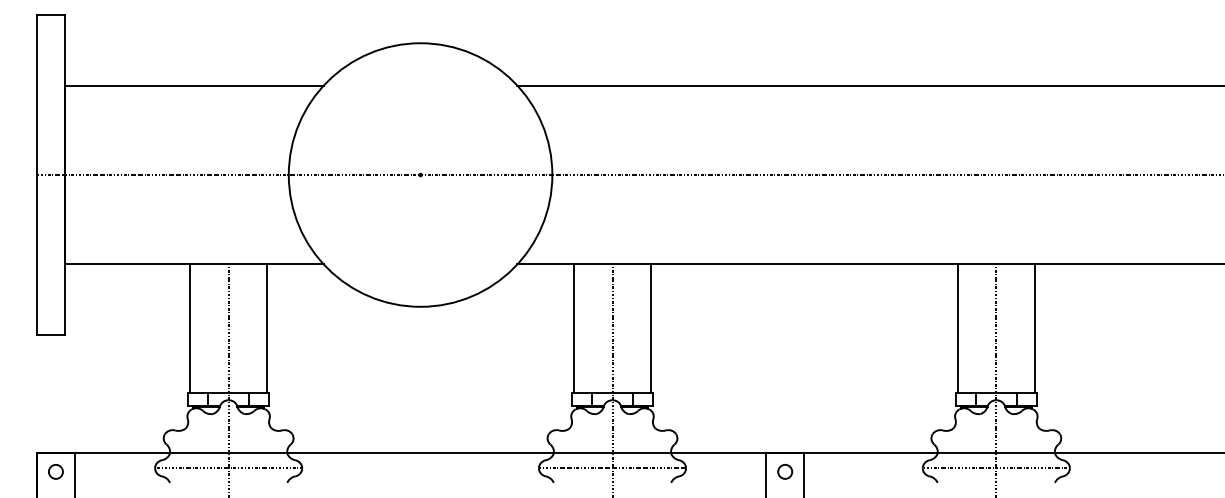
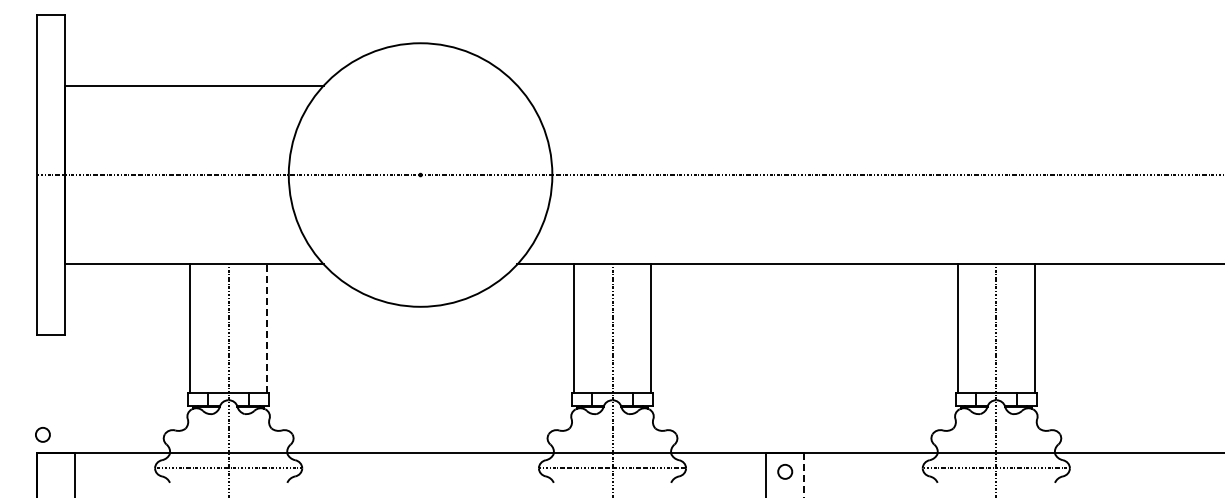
line at (869, 85): present -> none
line at (267, 327): solid -> dashed
circle at (55, 471) position: (55, 471) -> (42, 434)
line at (804, 475): solid -> dashed
